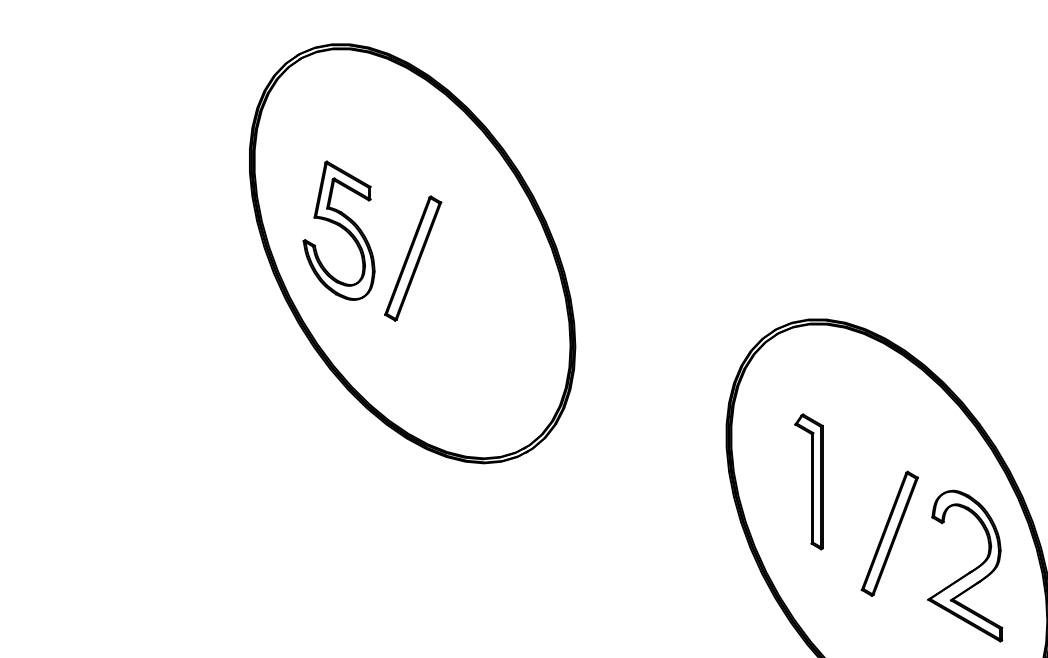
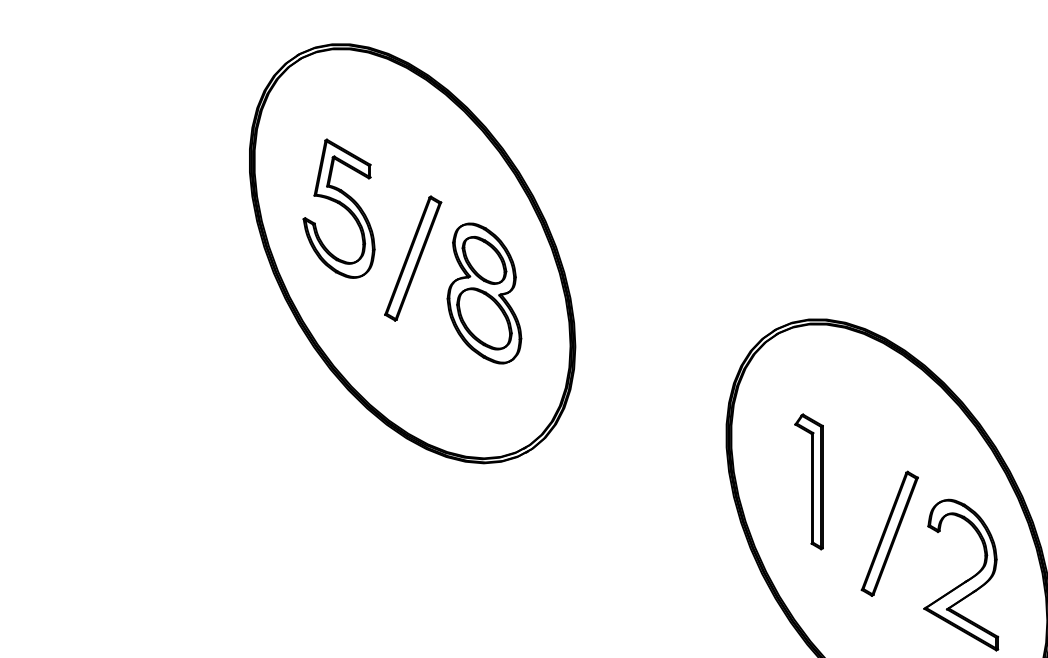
part at (338, 230) position: (338, 230) -> (338, 208)
part at (484, 293): none -> present
part at (969, 571) position: (969, 571) -> (965, 580)
